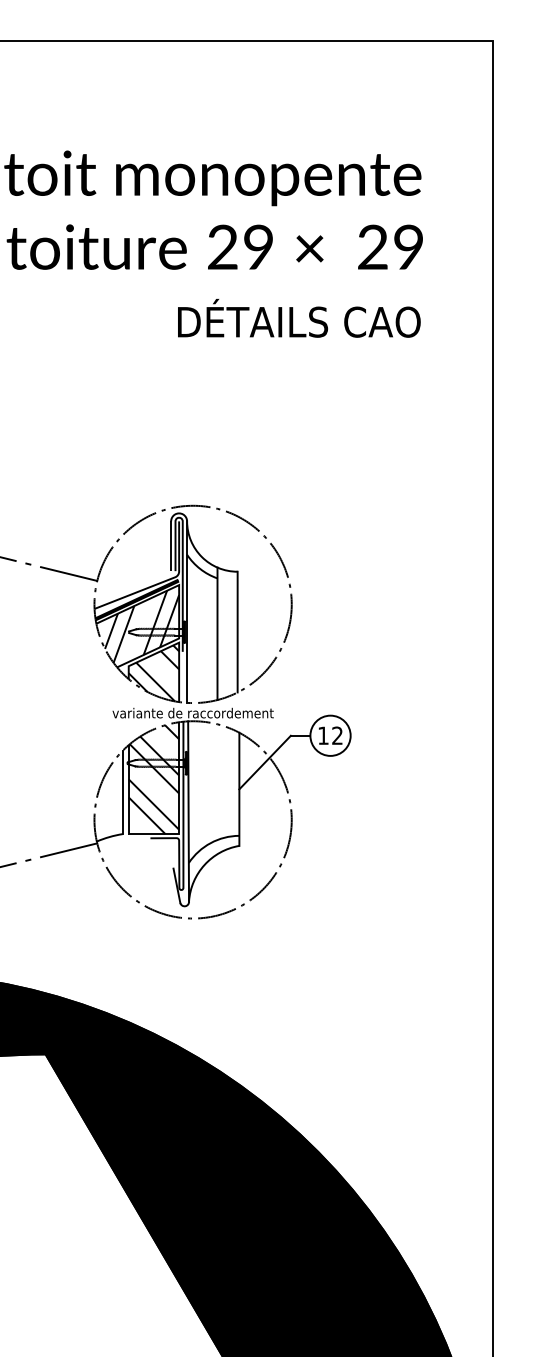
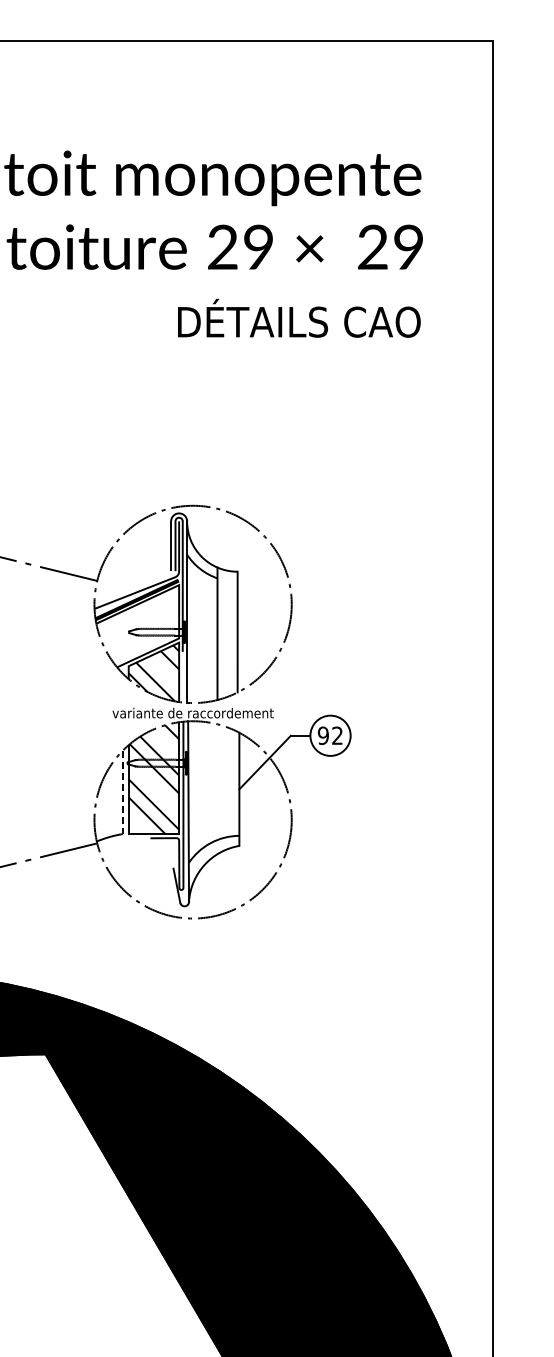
hatch at (142, 626): present -> none
text at (322, 735): 12 -> 92
line at (122, 792): solid -> dashed
